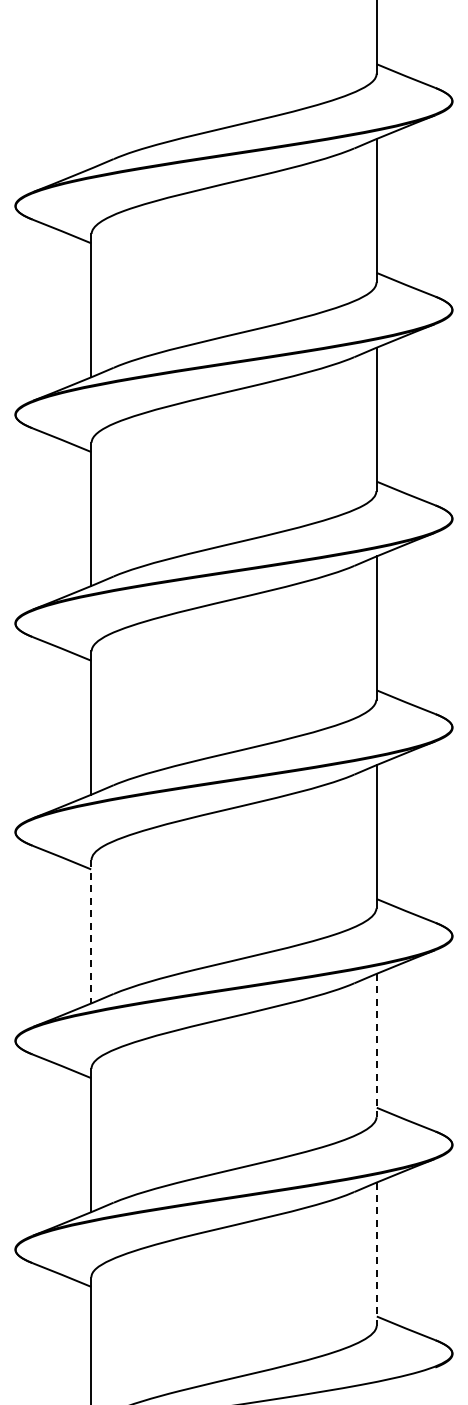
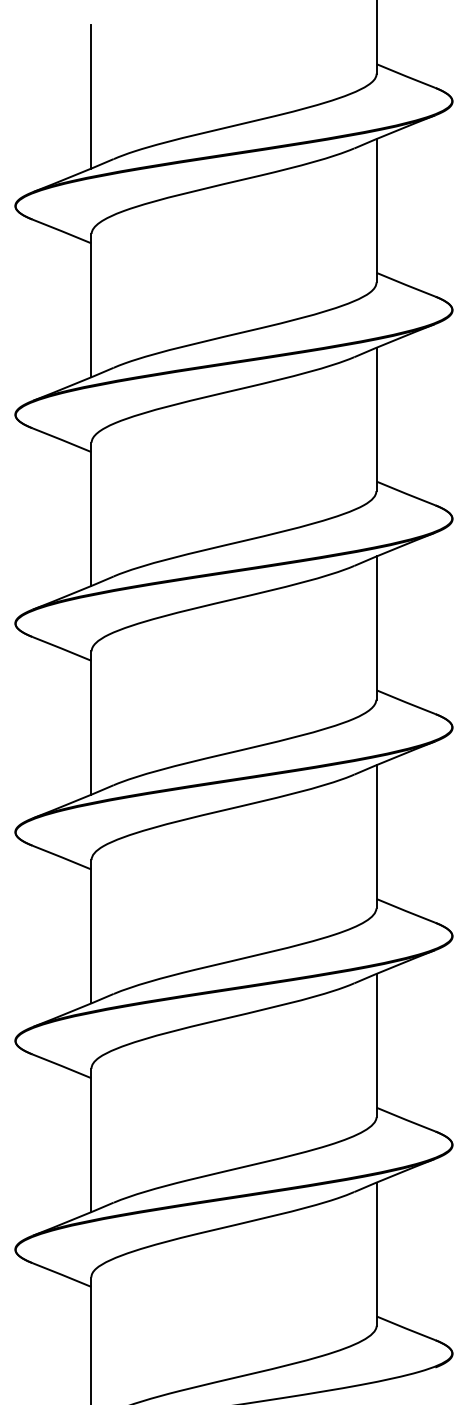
line at (91, 96): none -> present
line at (91, 931): dashed -> solid
line at (376, 1045): dashed -> solid
line at (376, 1254): dashed -> solid
